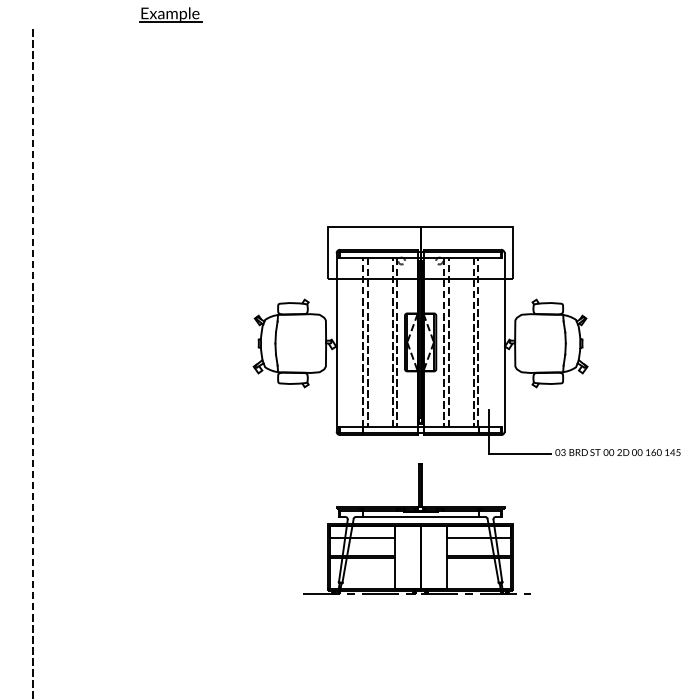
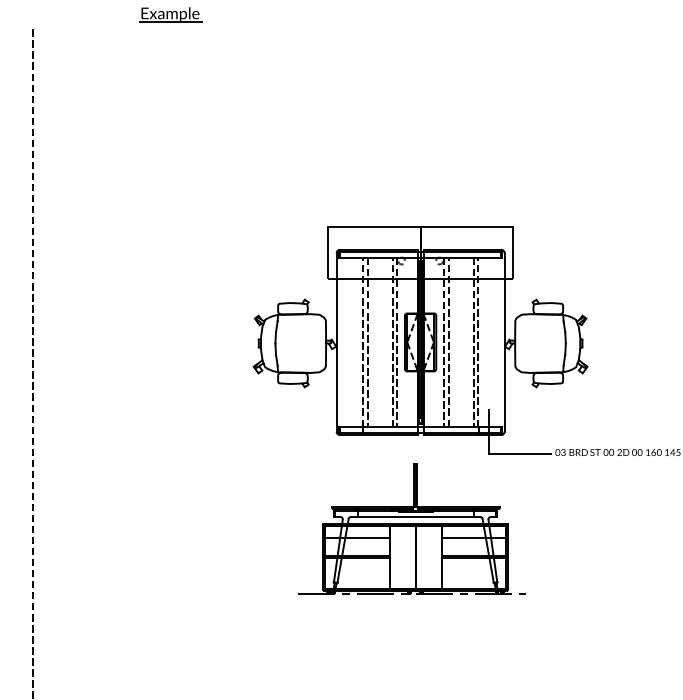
part at (416, 528) position: (416, 528) -> (411, 528)
